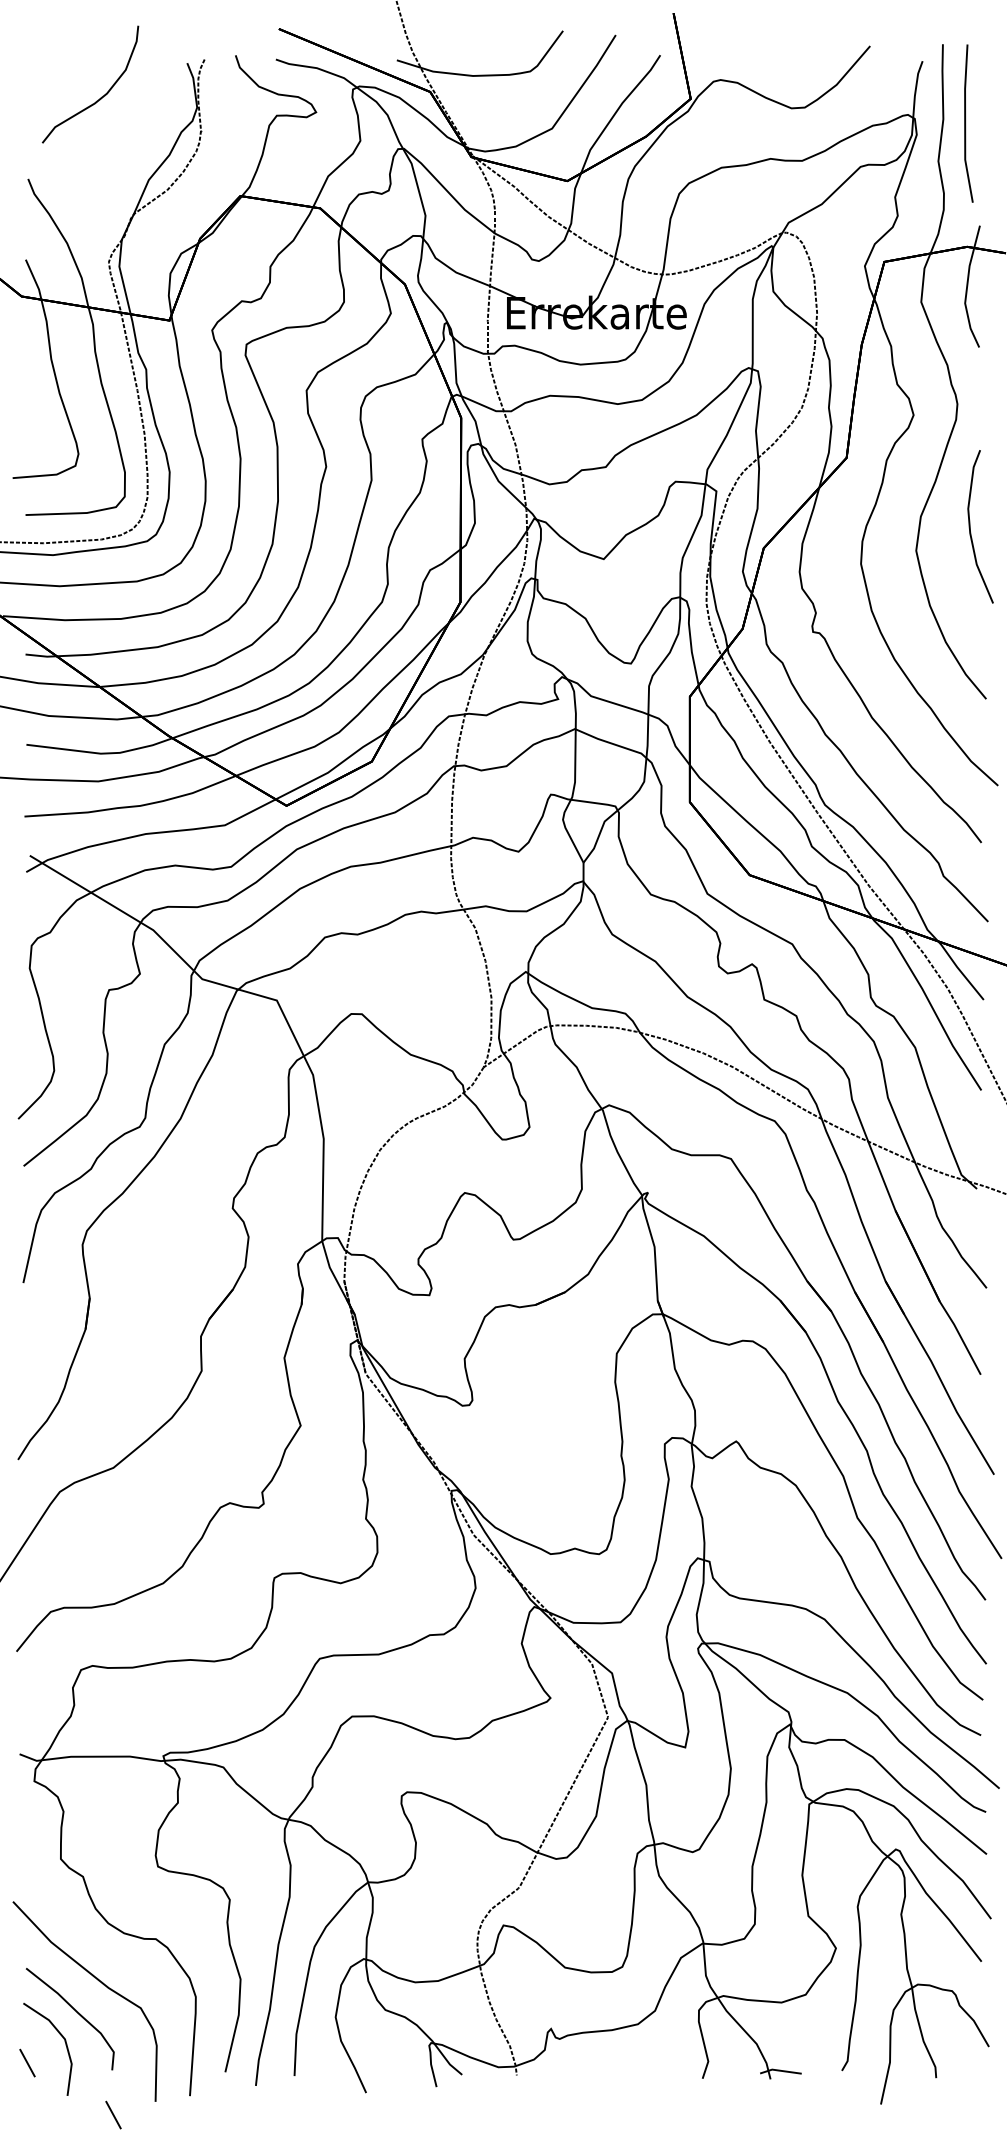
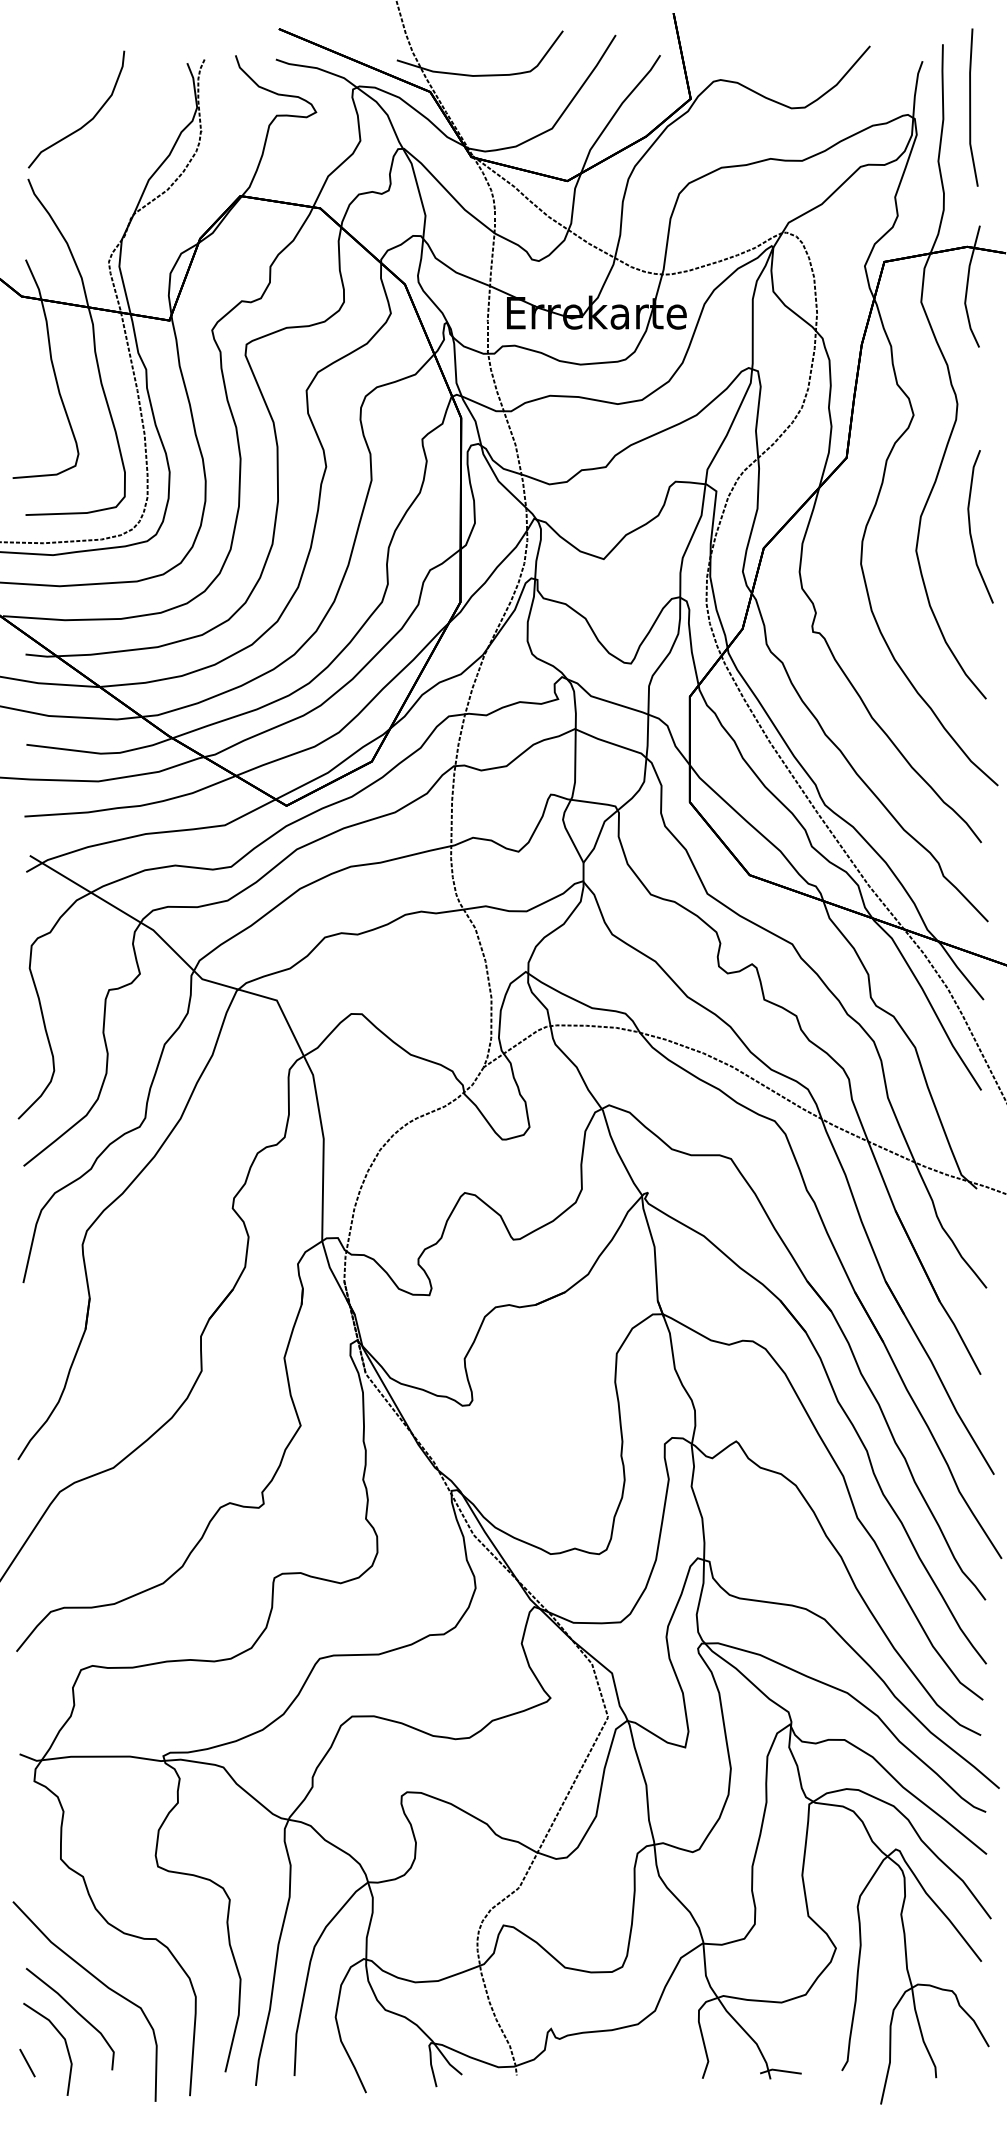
curve at (101, 96) position: (101, 96) -> (87, 121)
line at (966, 123) position: (966, 123) -> (971, 107)
line at (113, 2114): present -> none
